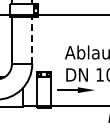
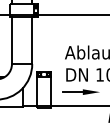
line at (32, 40): dashed -> solid
part at (75, 89) position: (75, 89) -> (80, 91)
